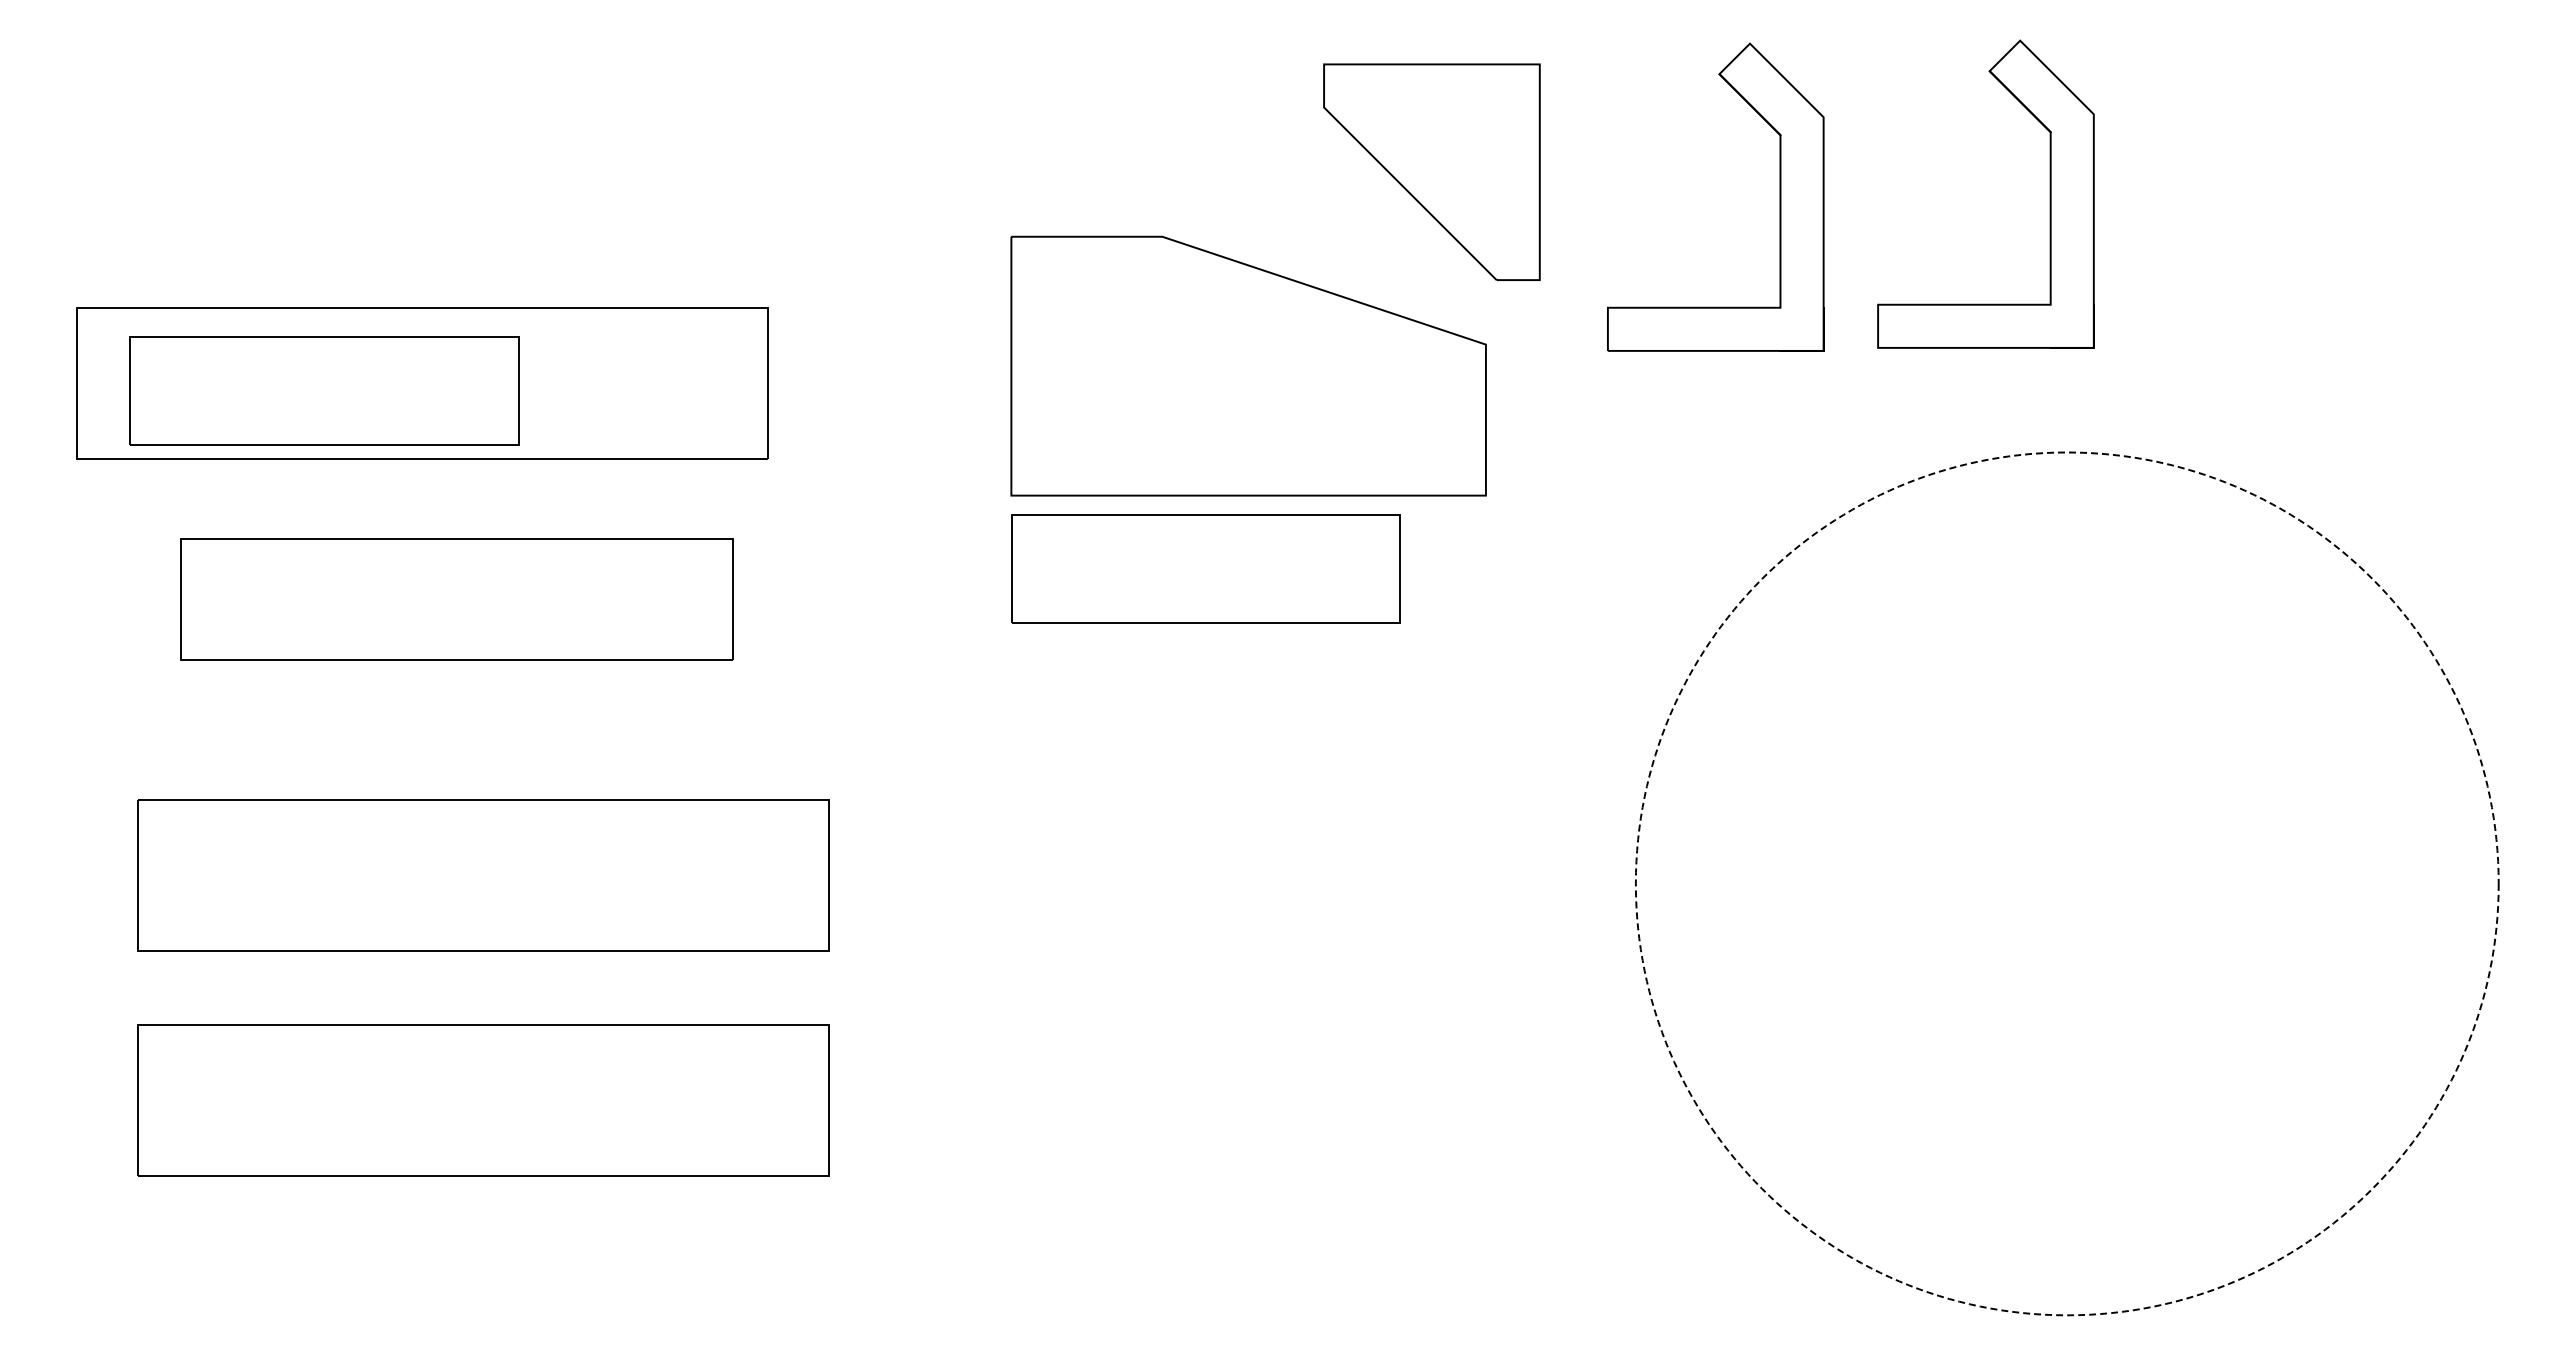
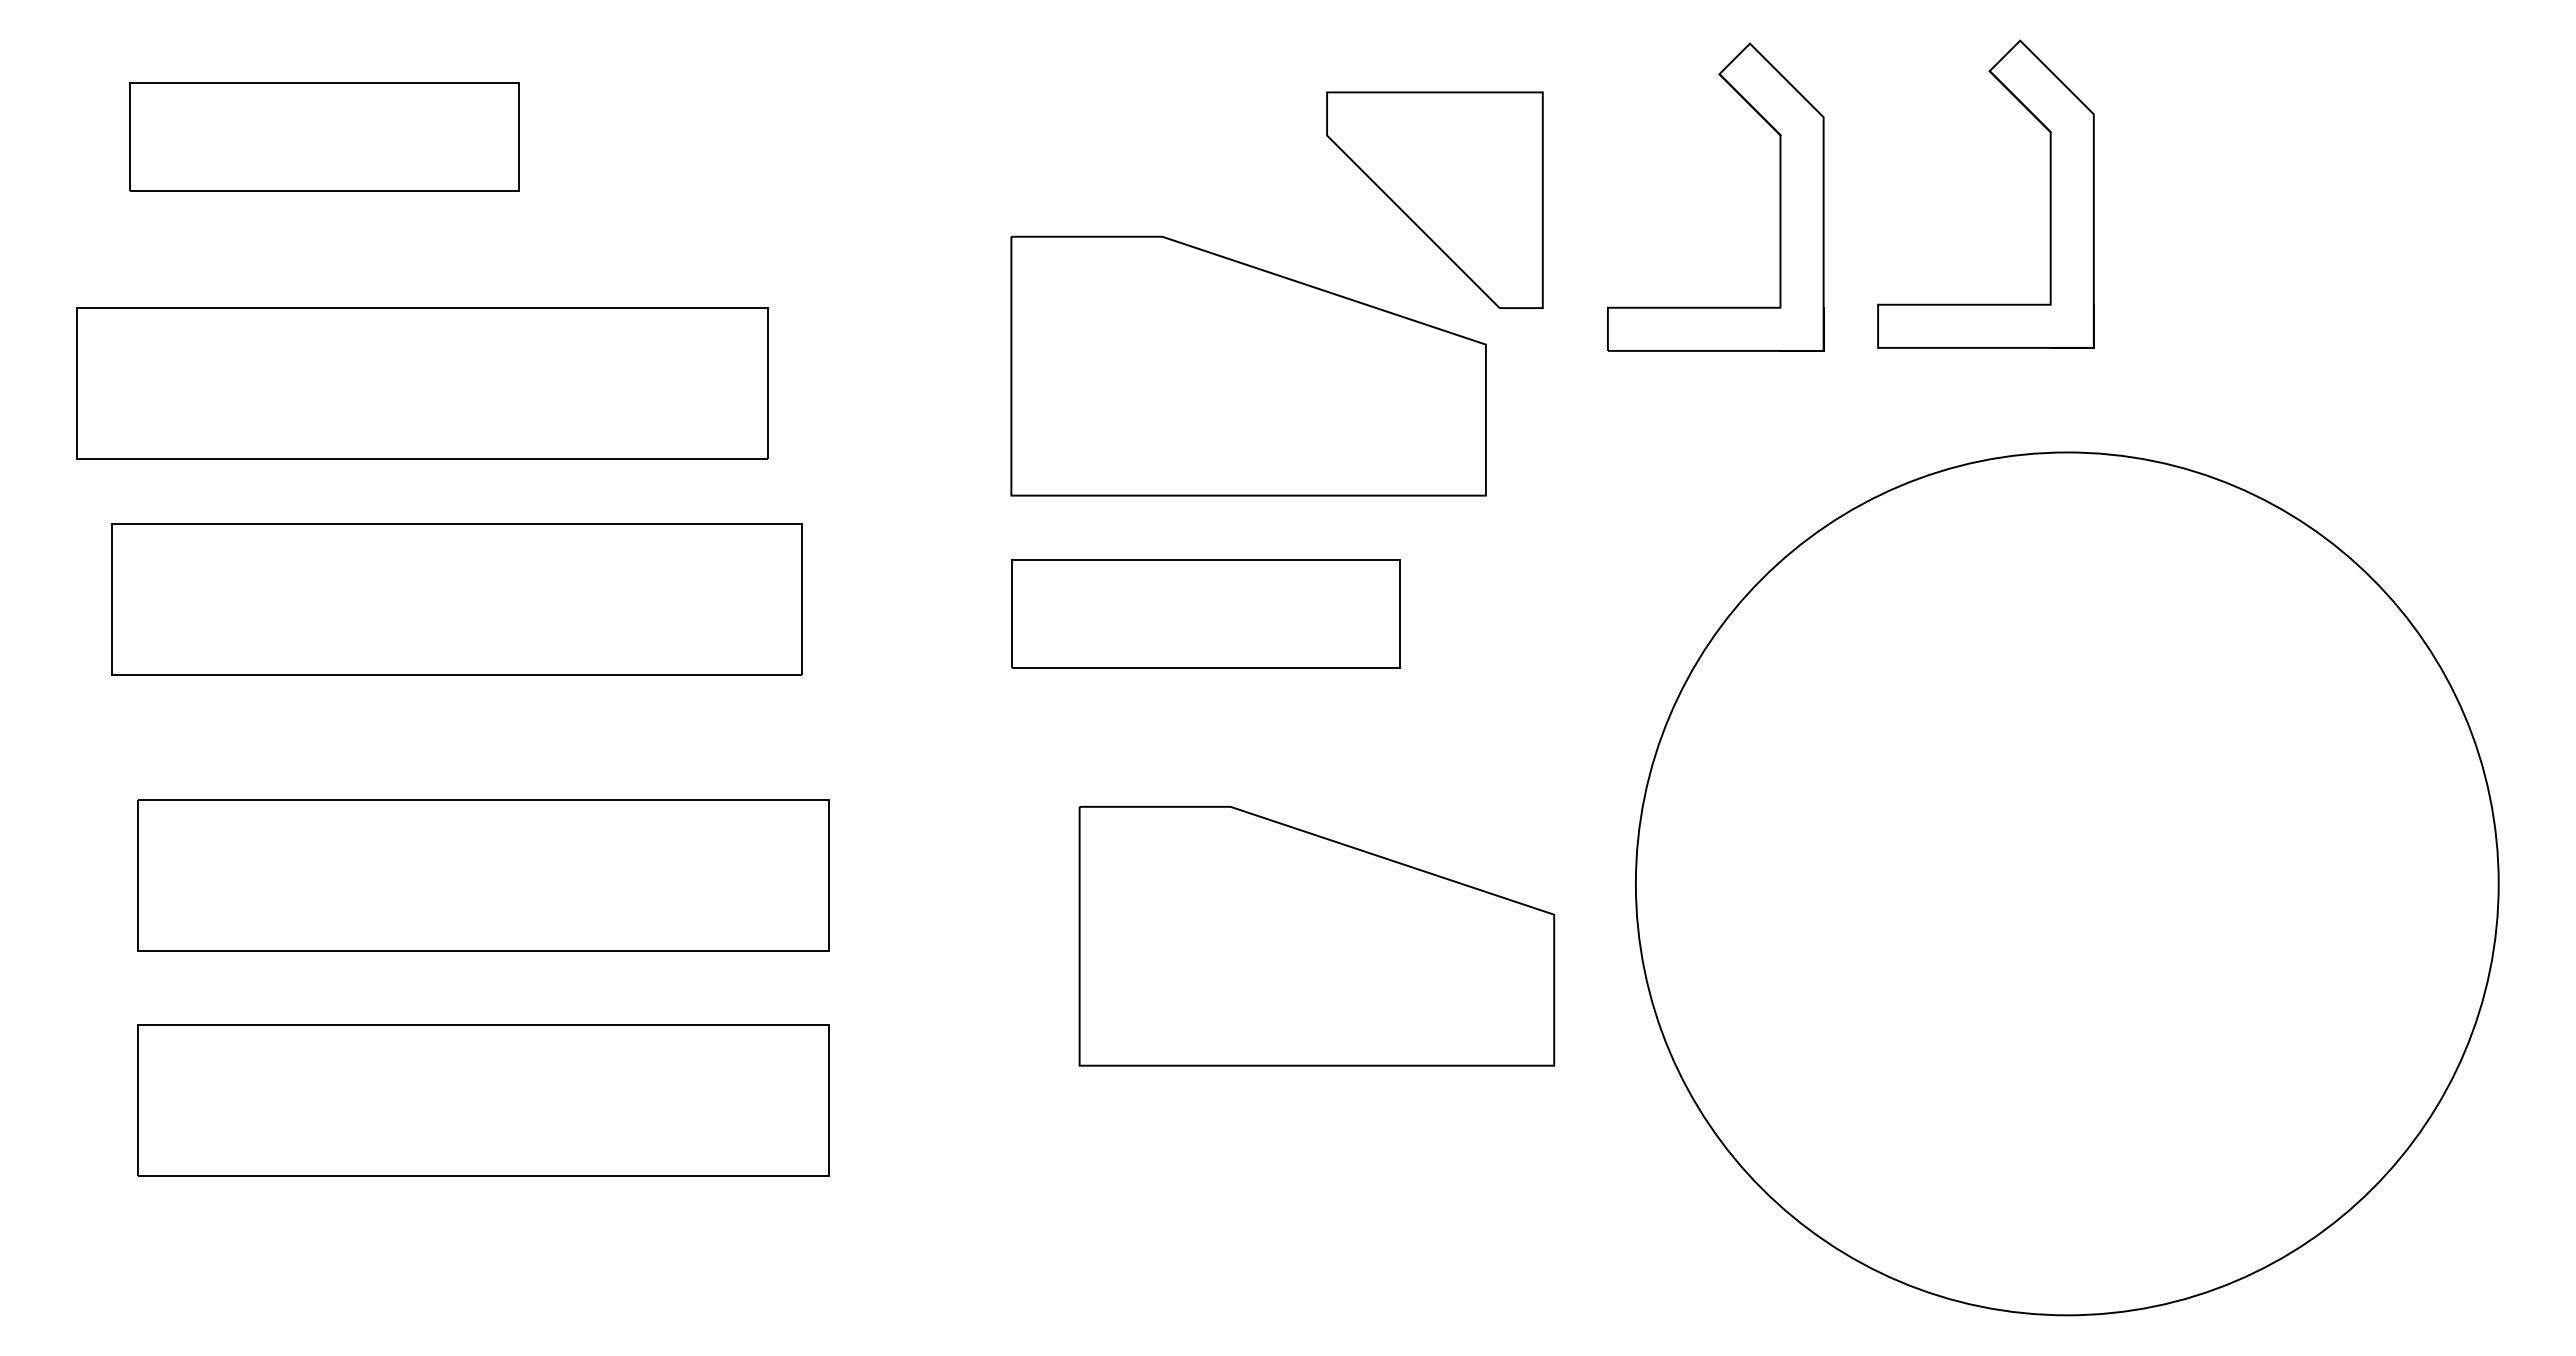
part at (1431, 171) position: (1431, 171) -> (1434, 199)
part at (324, 390) position: (324, 390) -> (324, 136)
part at (1205, 568) position: (1205, 568) -> (1205, 613)
part at (456, 599) size: 554x123 px -> 692x153 px
circle at (2066, 883): dashed -> solid
part at (1316, 936): none -> present
